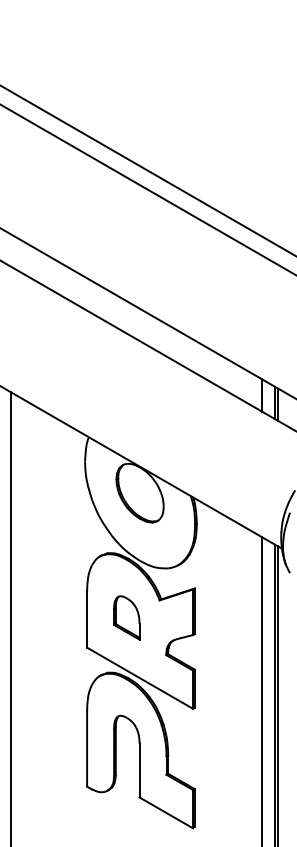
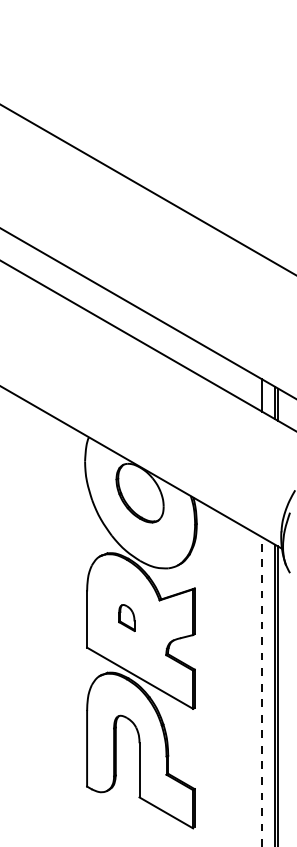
line at (147, 170): present -> none
line at (11, 617): present -> none
part at (126, 617) size: 28x46 px -> 18x28 px
line at (262, 691): solid -> dashed
